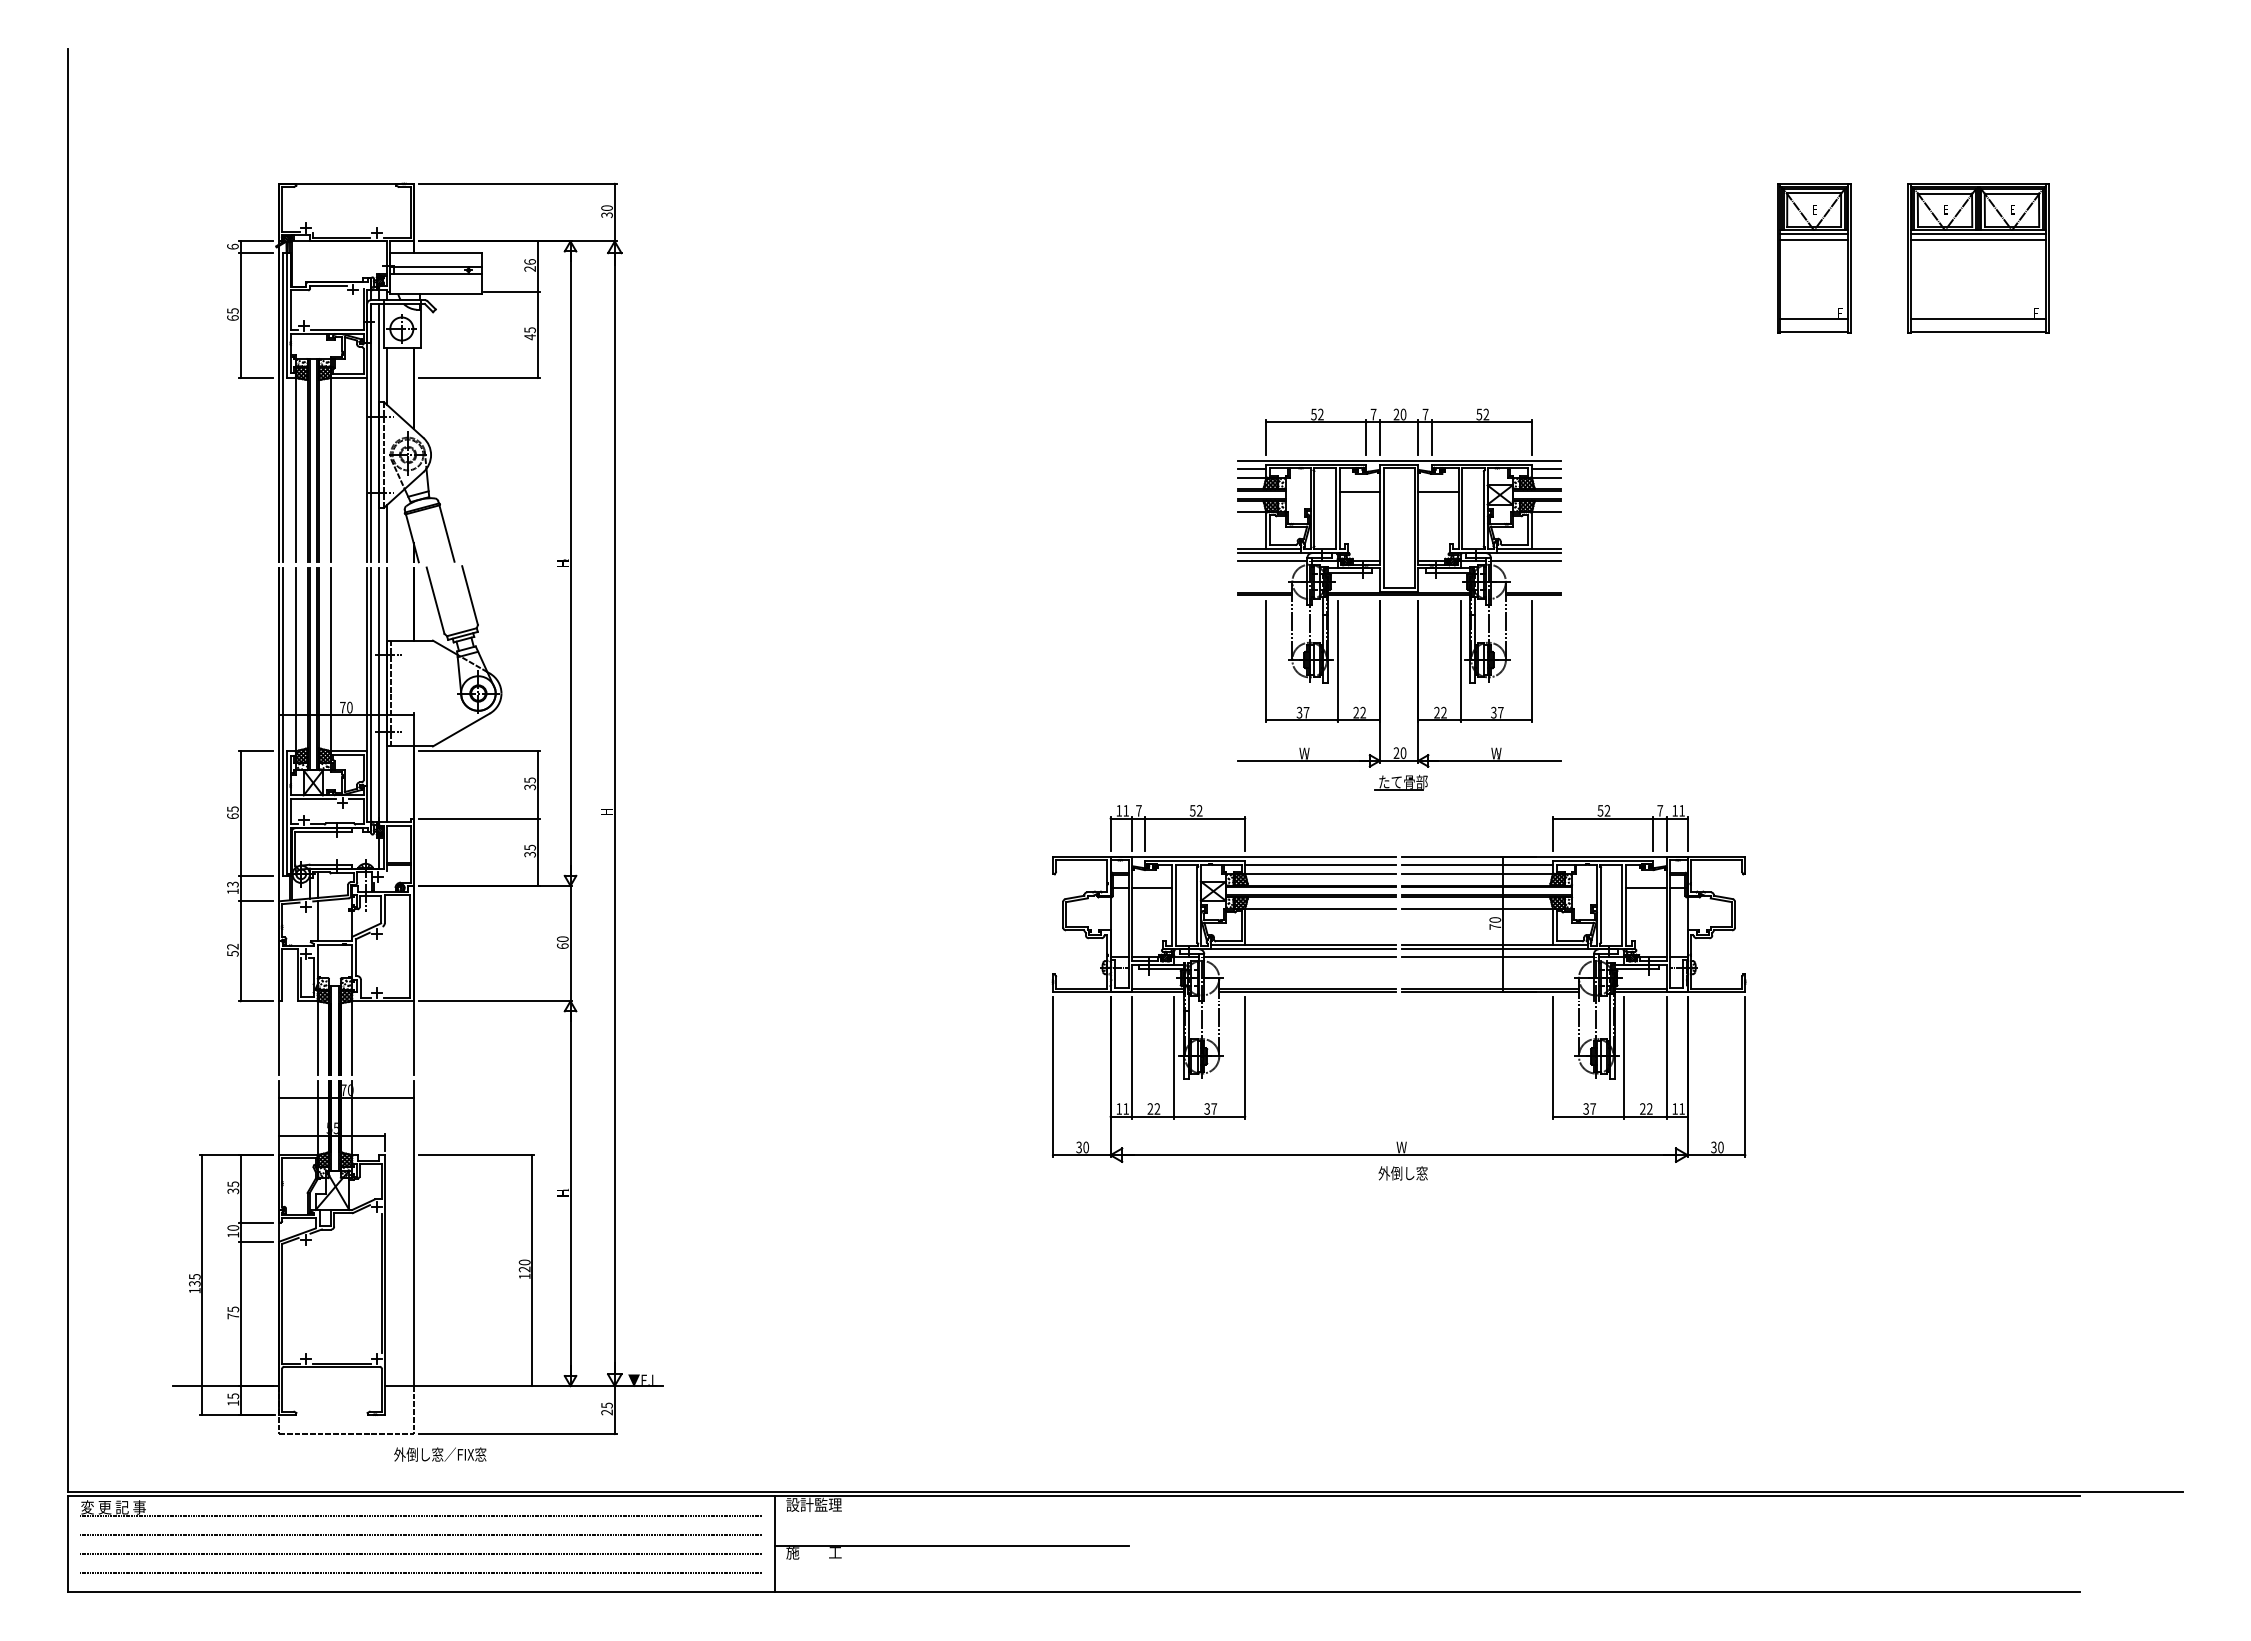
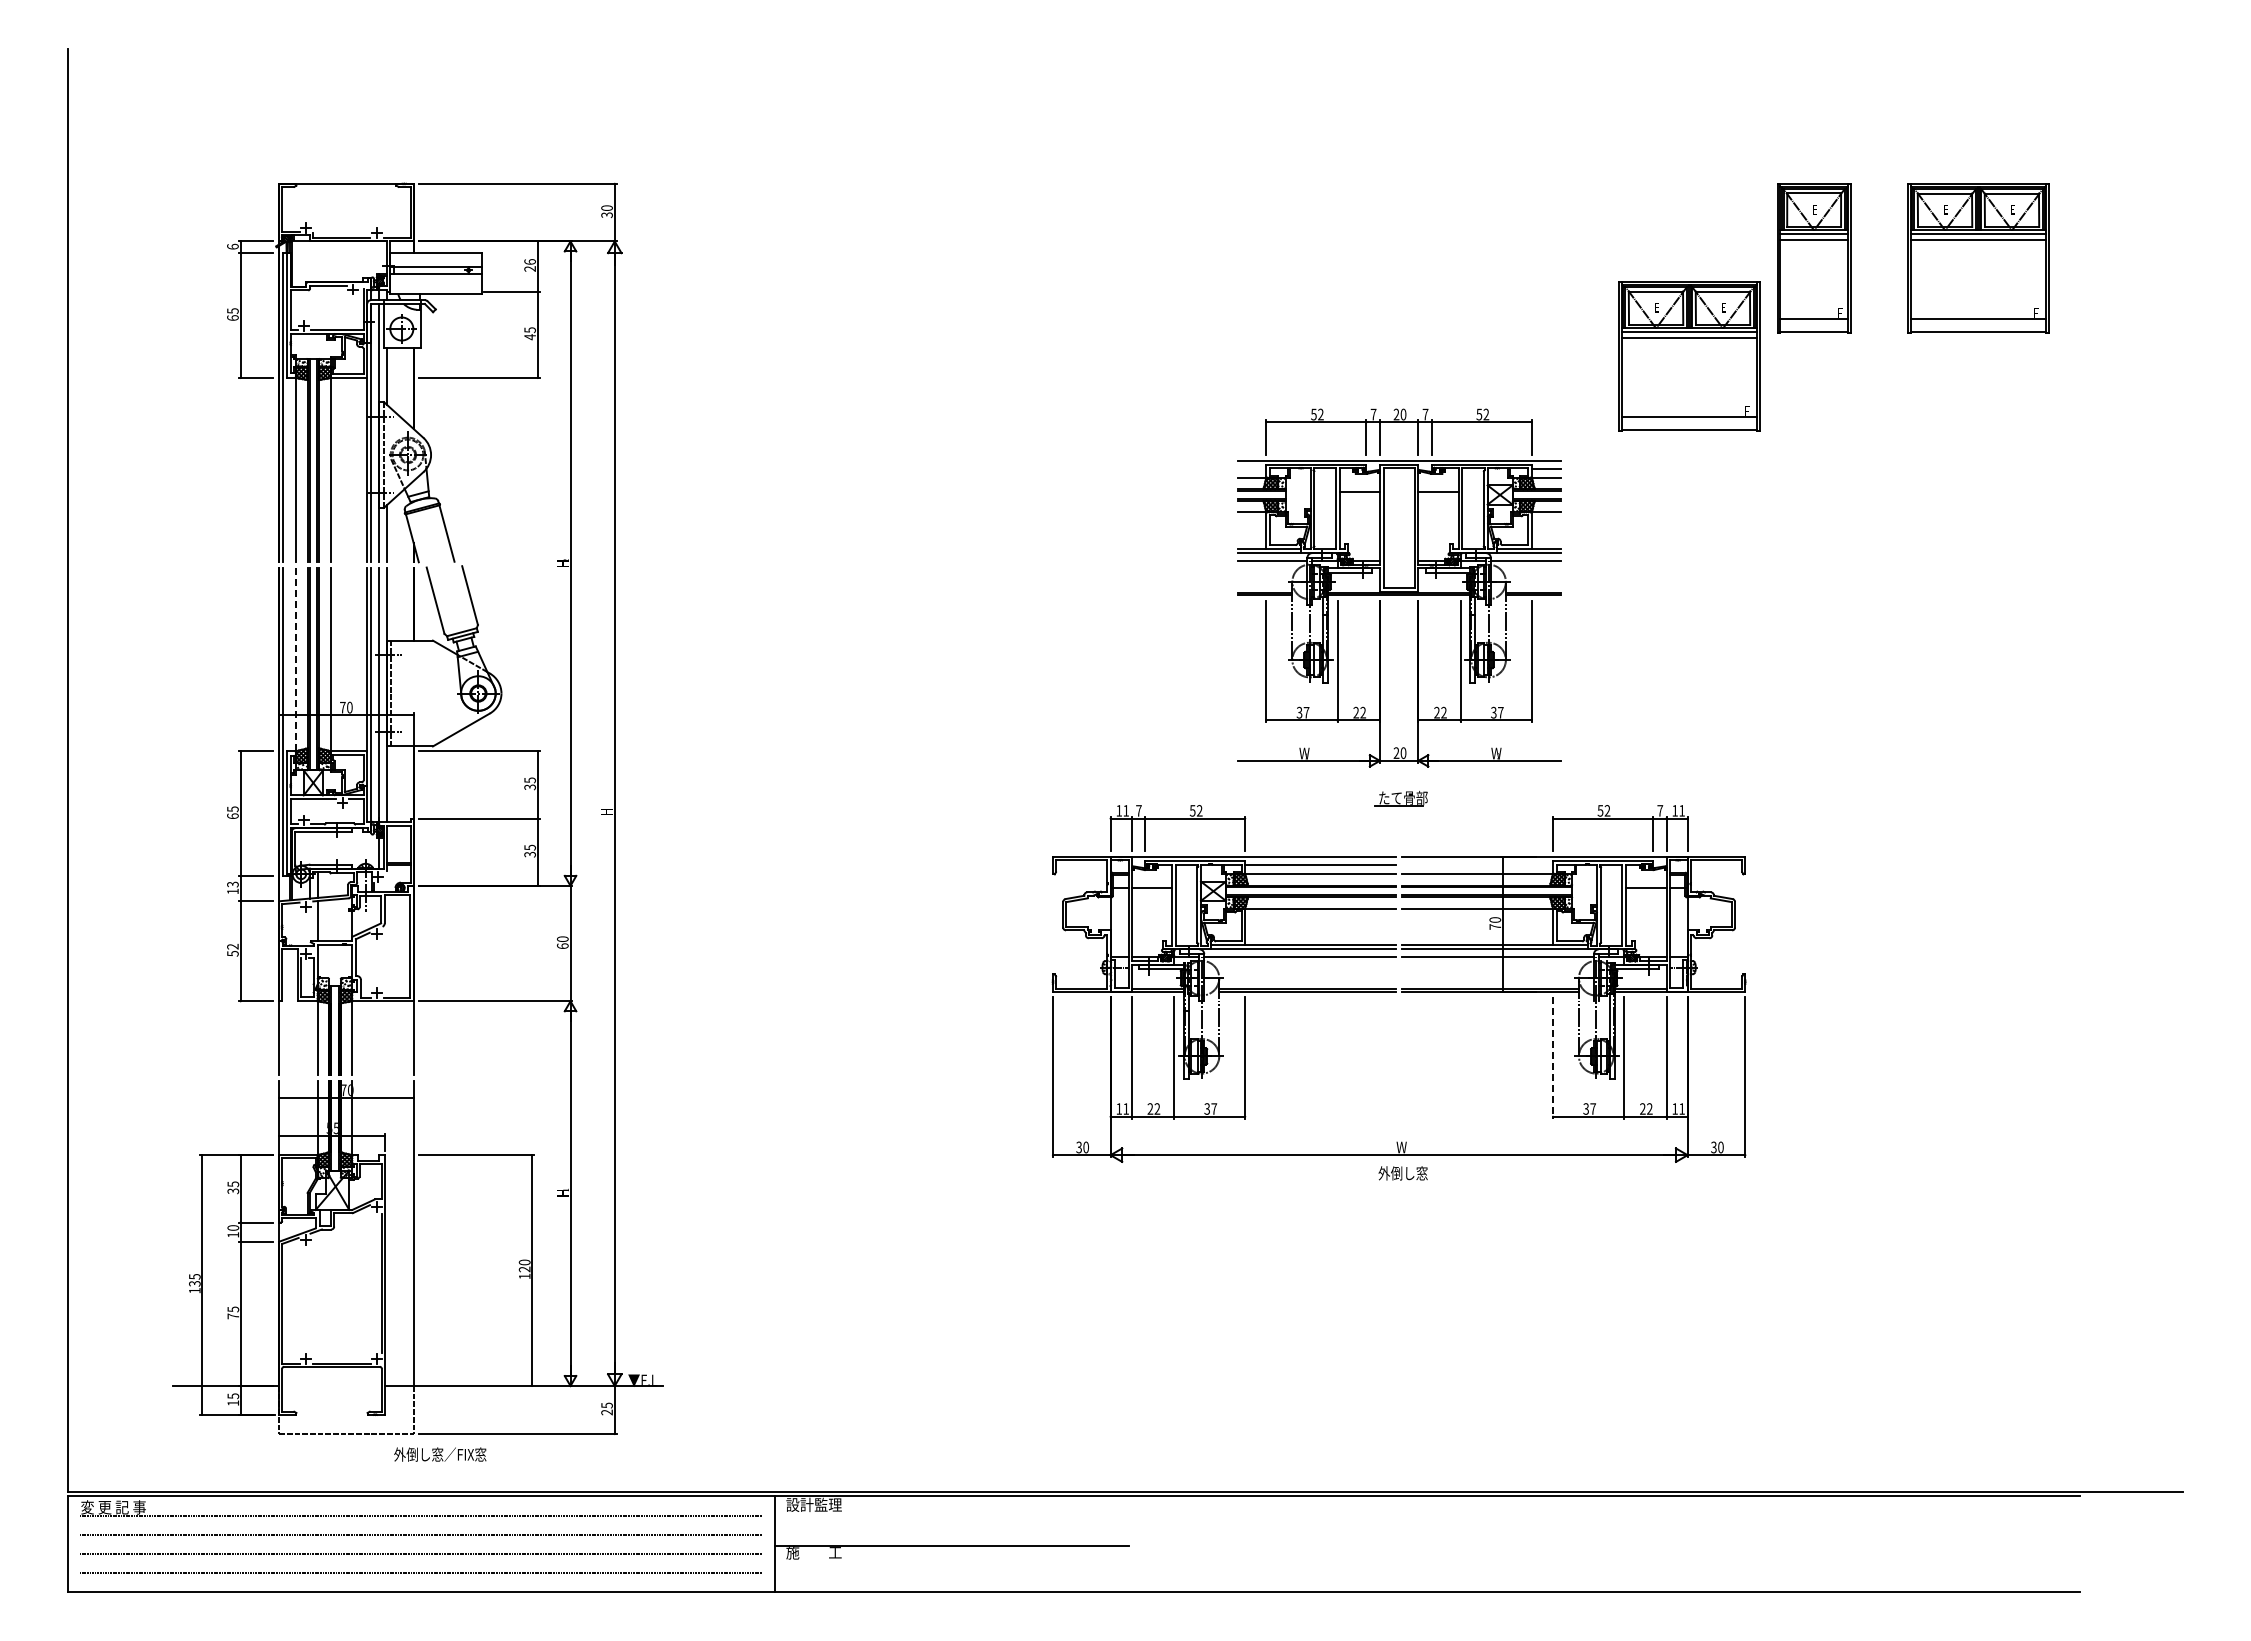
part at (1689, 356): none -> present
line at (1251, 468): present -> none
line at (296, 659): solid -> dashed
part at (1400, 782) position: (1400, 782) -> (1400, 798)
line at (1477, 865): present -> none
line at (1553, 1058): solid -> dashed
